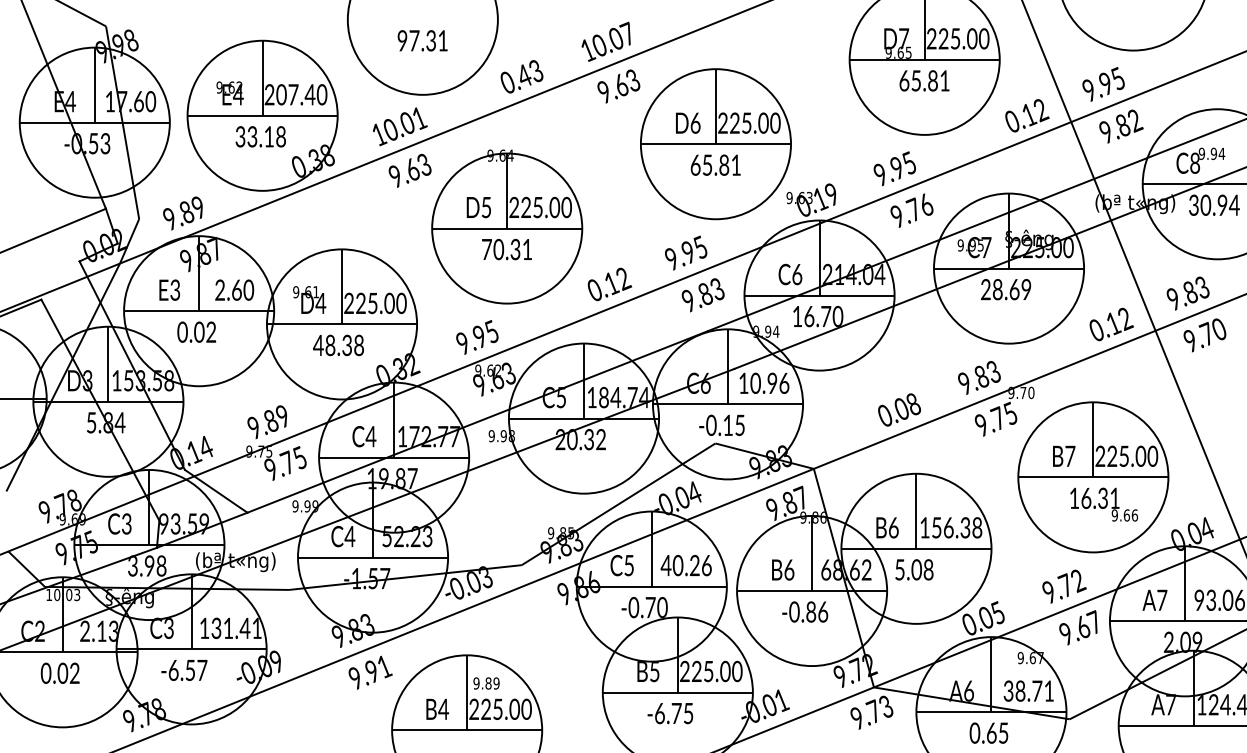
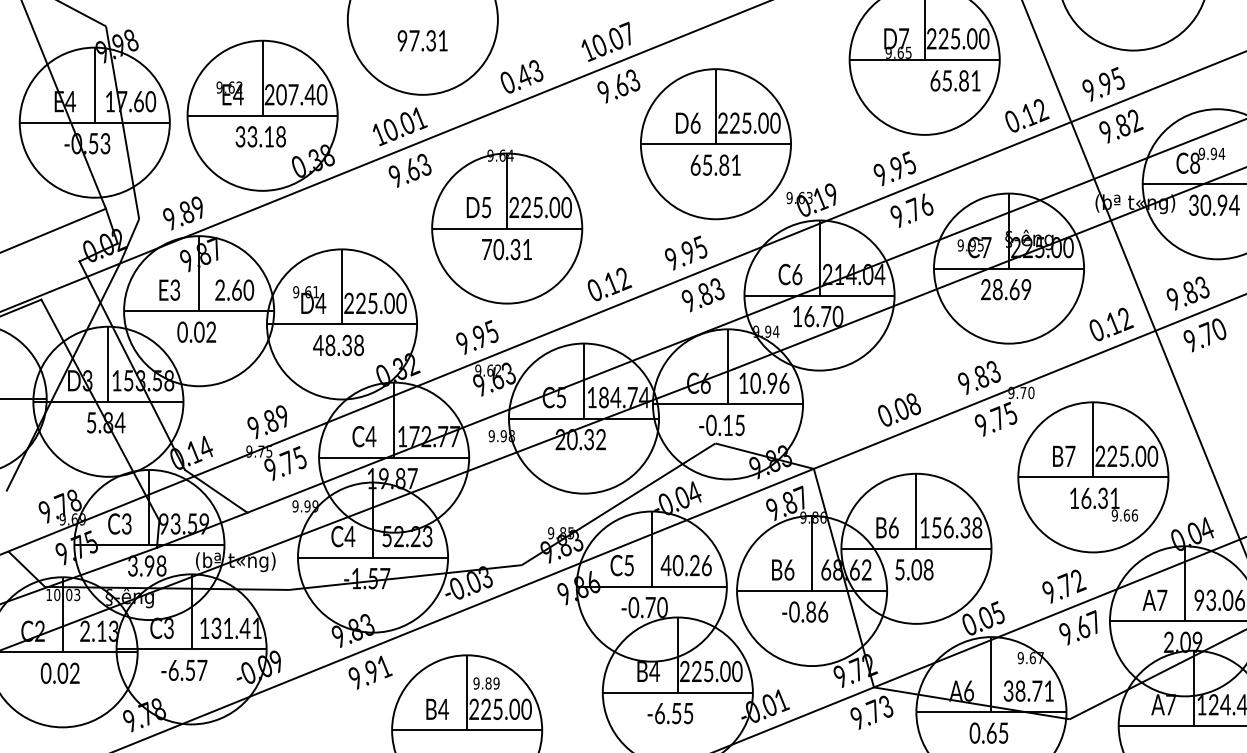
text at (924, 80) position: (924, 80) -> (955, 80)
text at (654, 672): B5 -> B4
text at (676, 713): -6.75 -> -6.55
